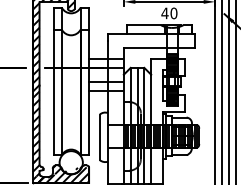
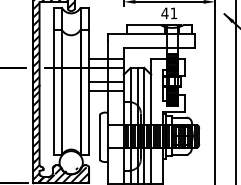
text at (173, 13): 40 -> 41
line at (221, 91): present -> none
line at (228, 91): present -> none
